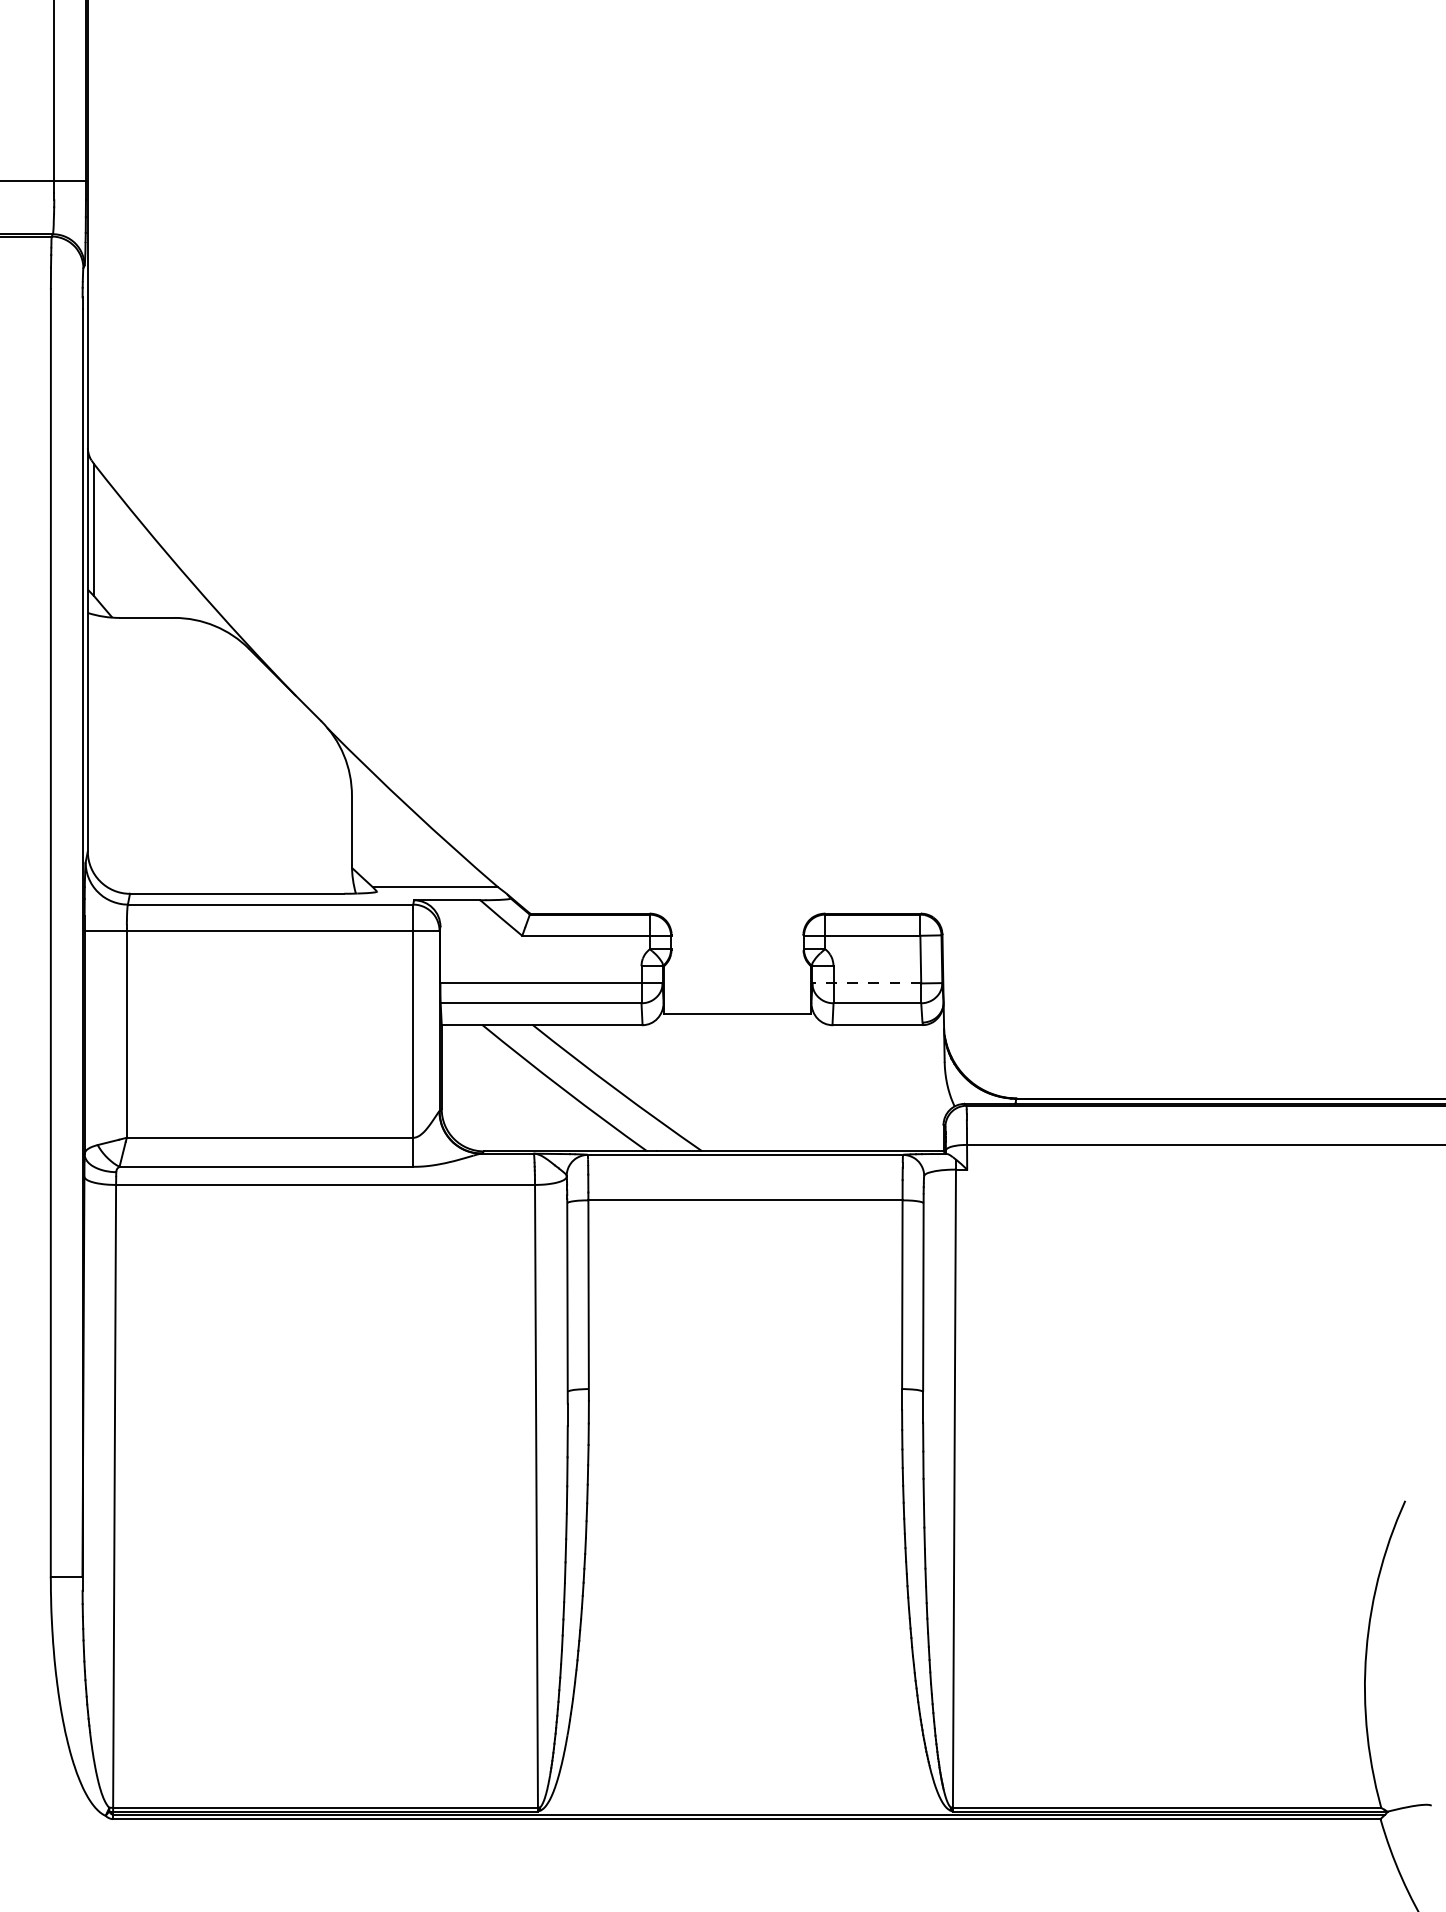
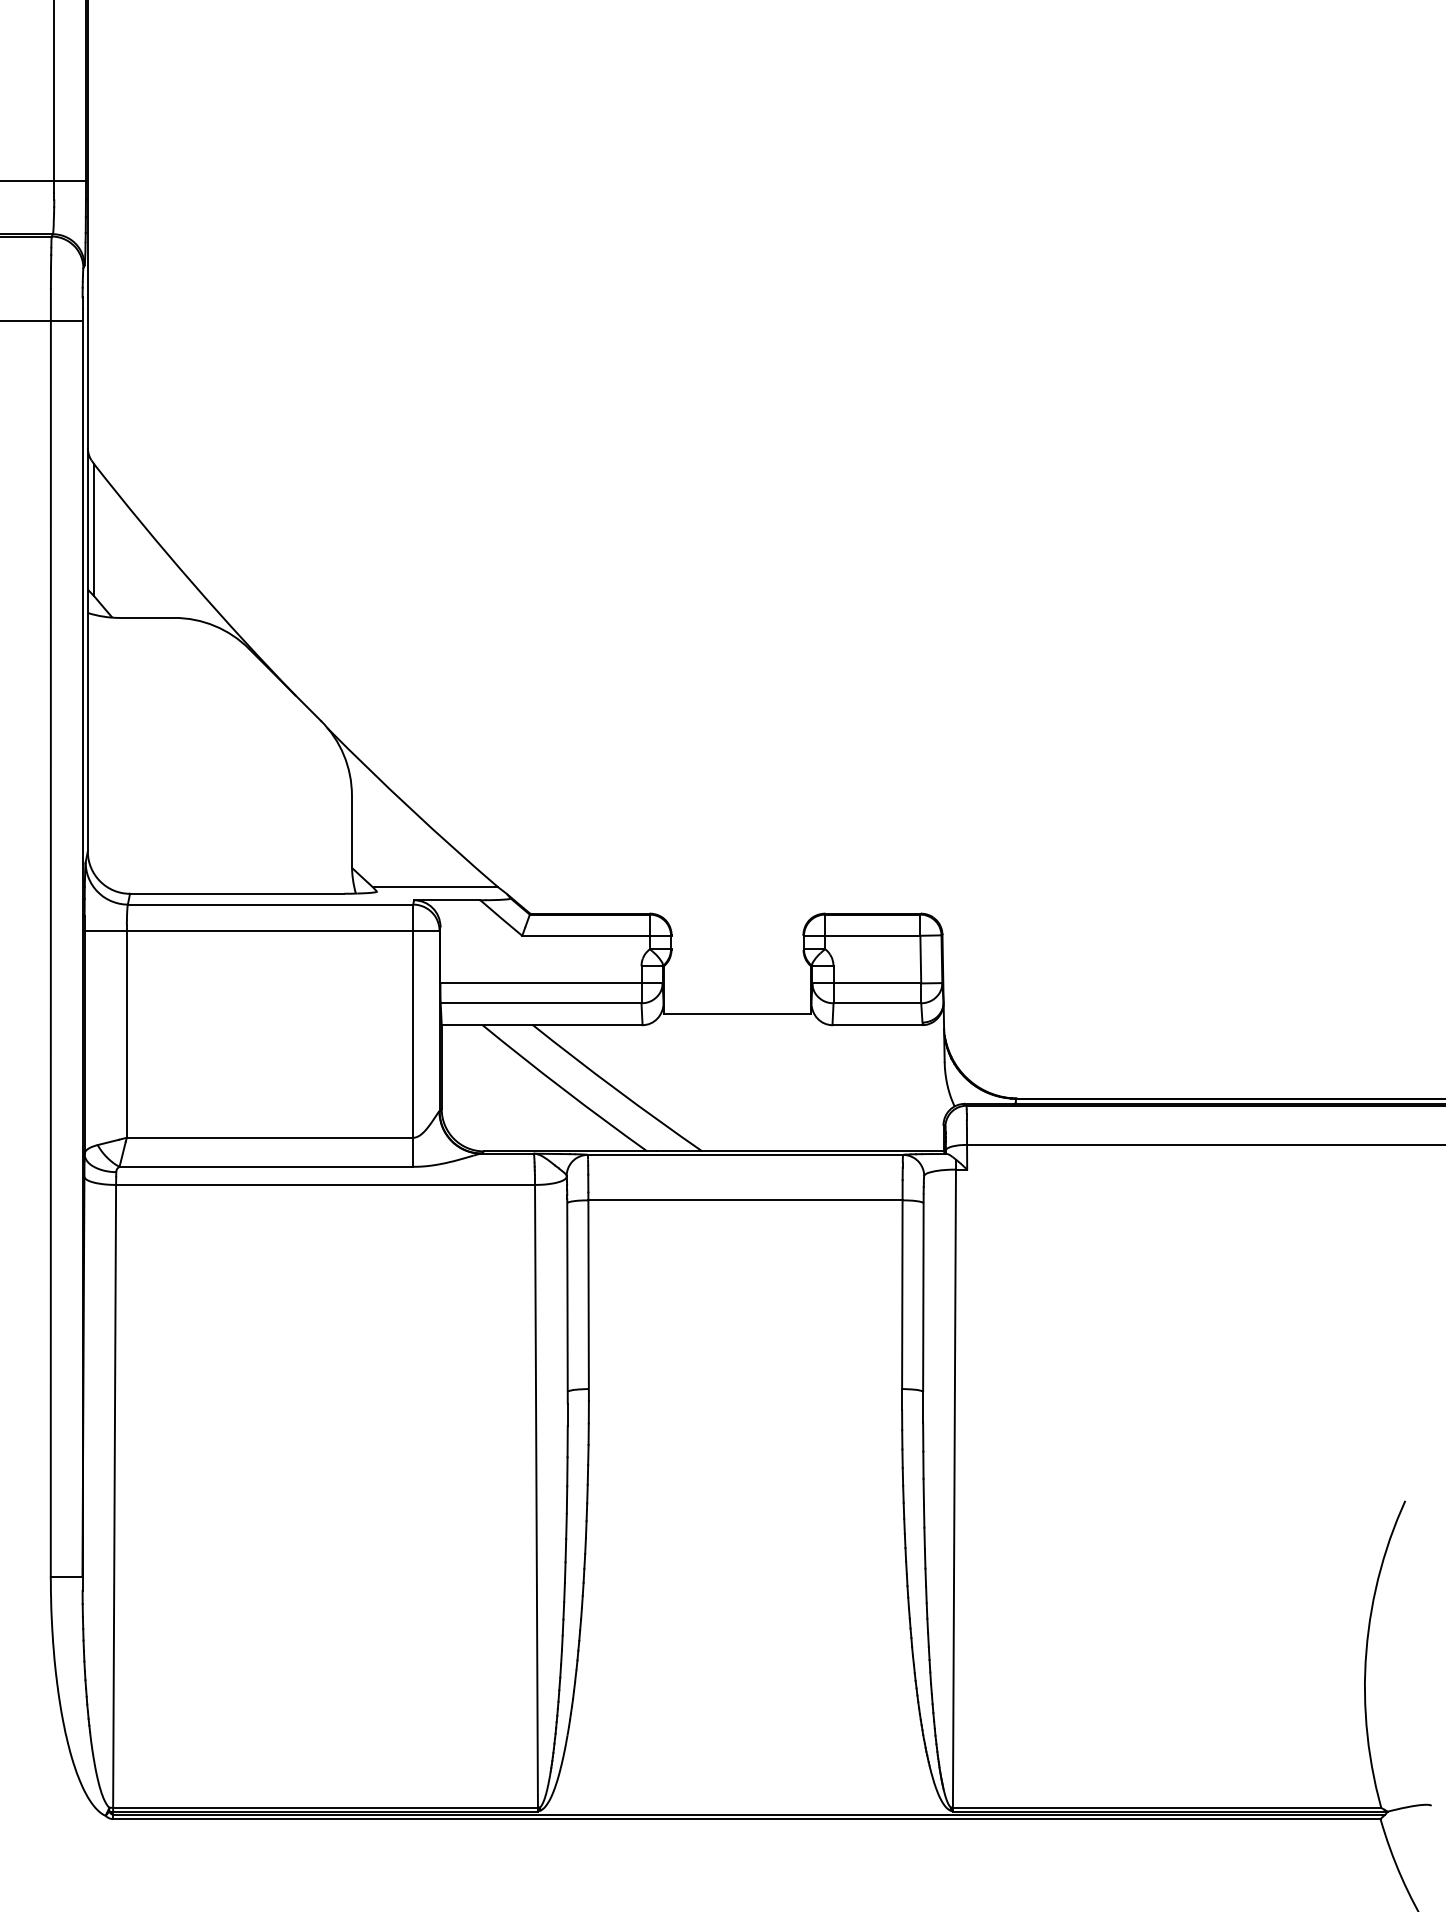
line at (42, 321): none -> present
line at (866, 983): dashed -> solid
